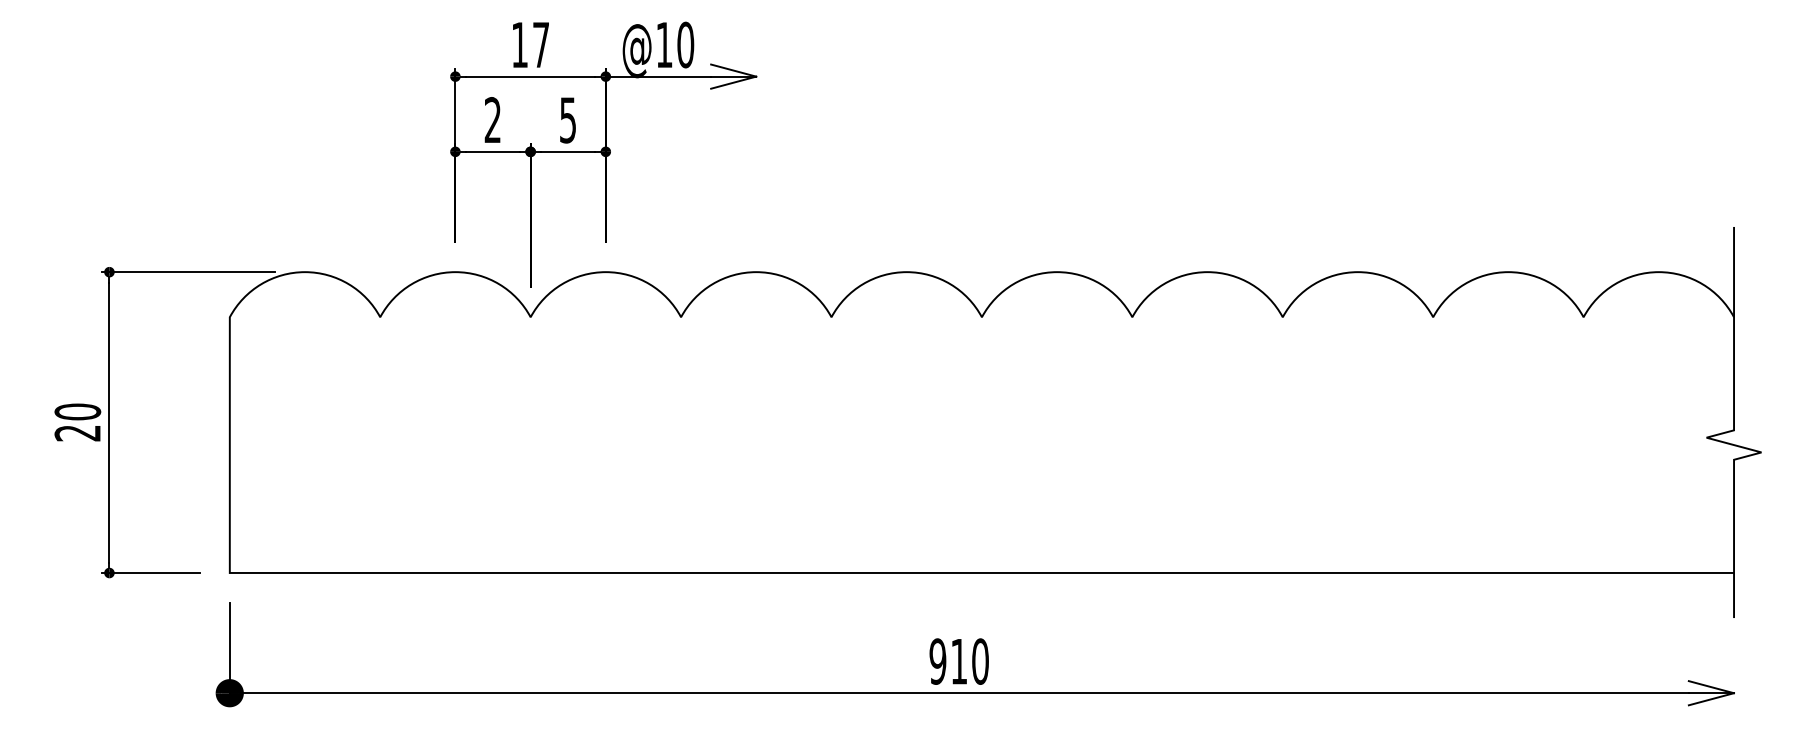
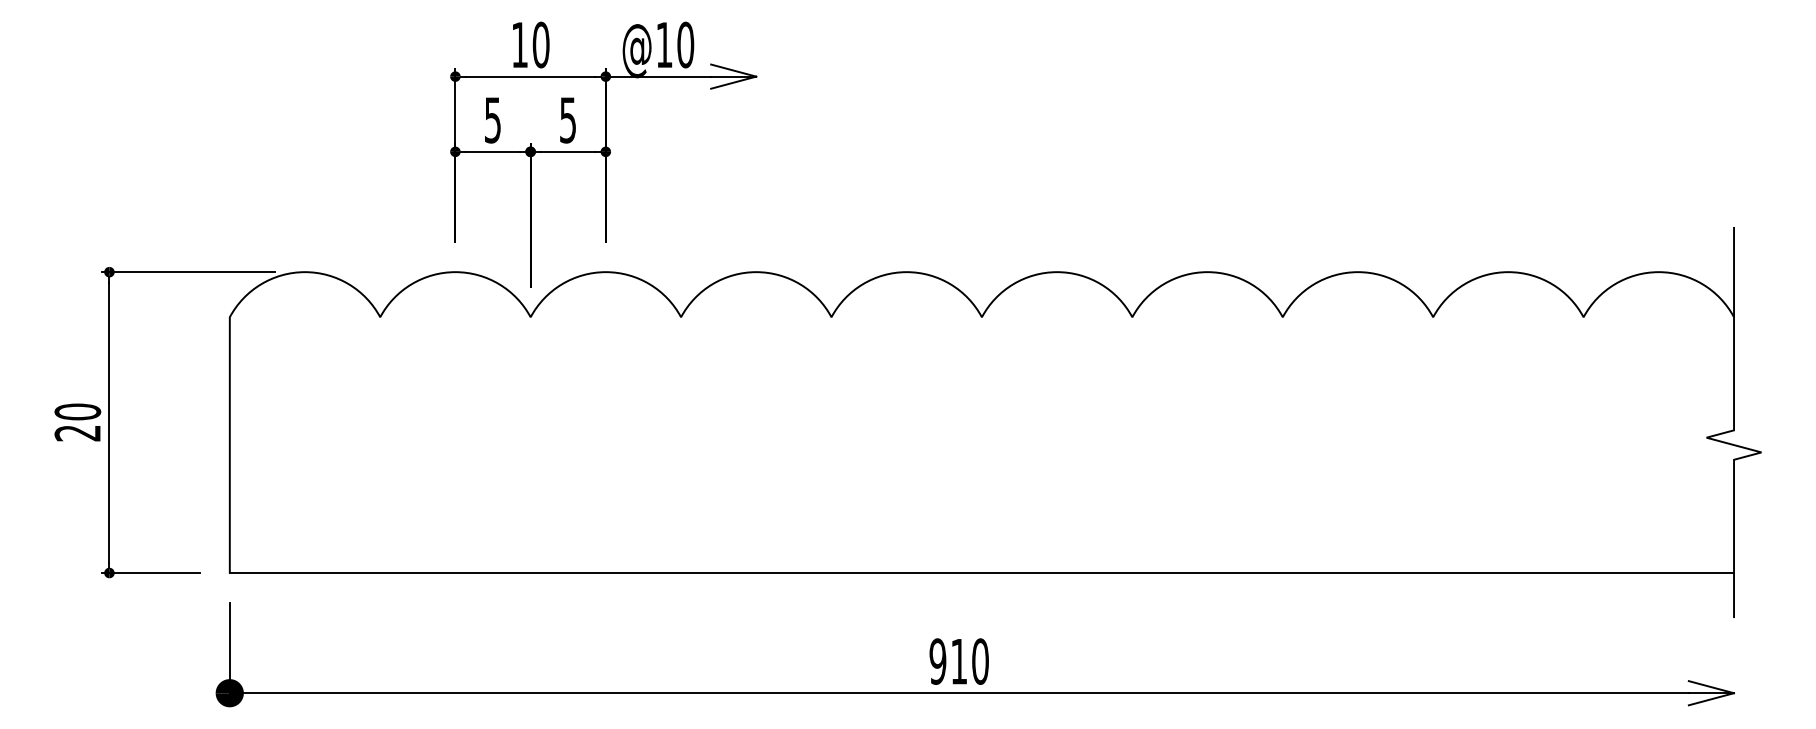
text at (540, 44): 17 -> 10
text at (492, 120): 2 -> 5
